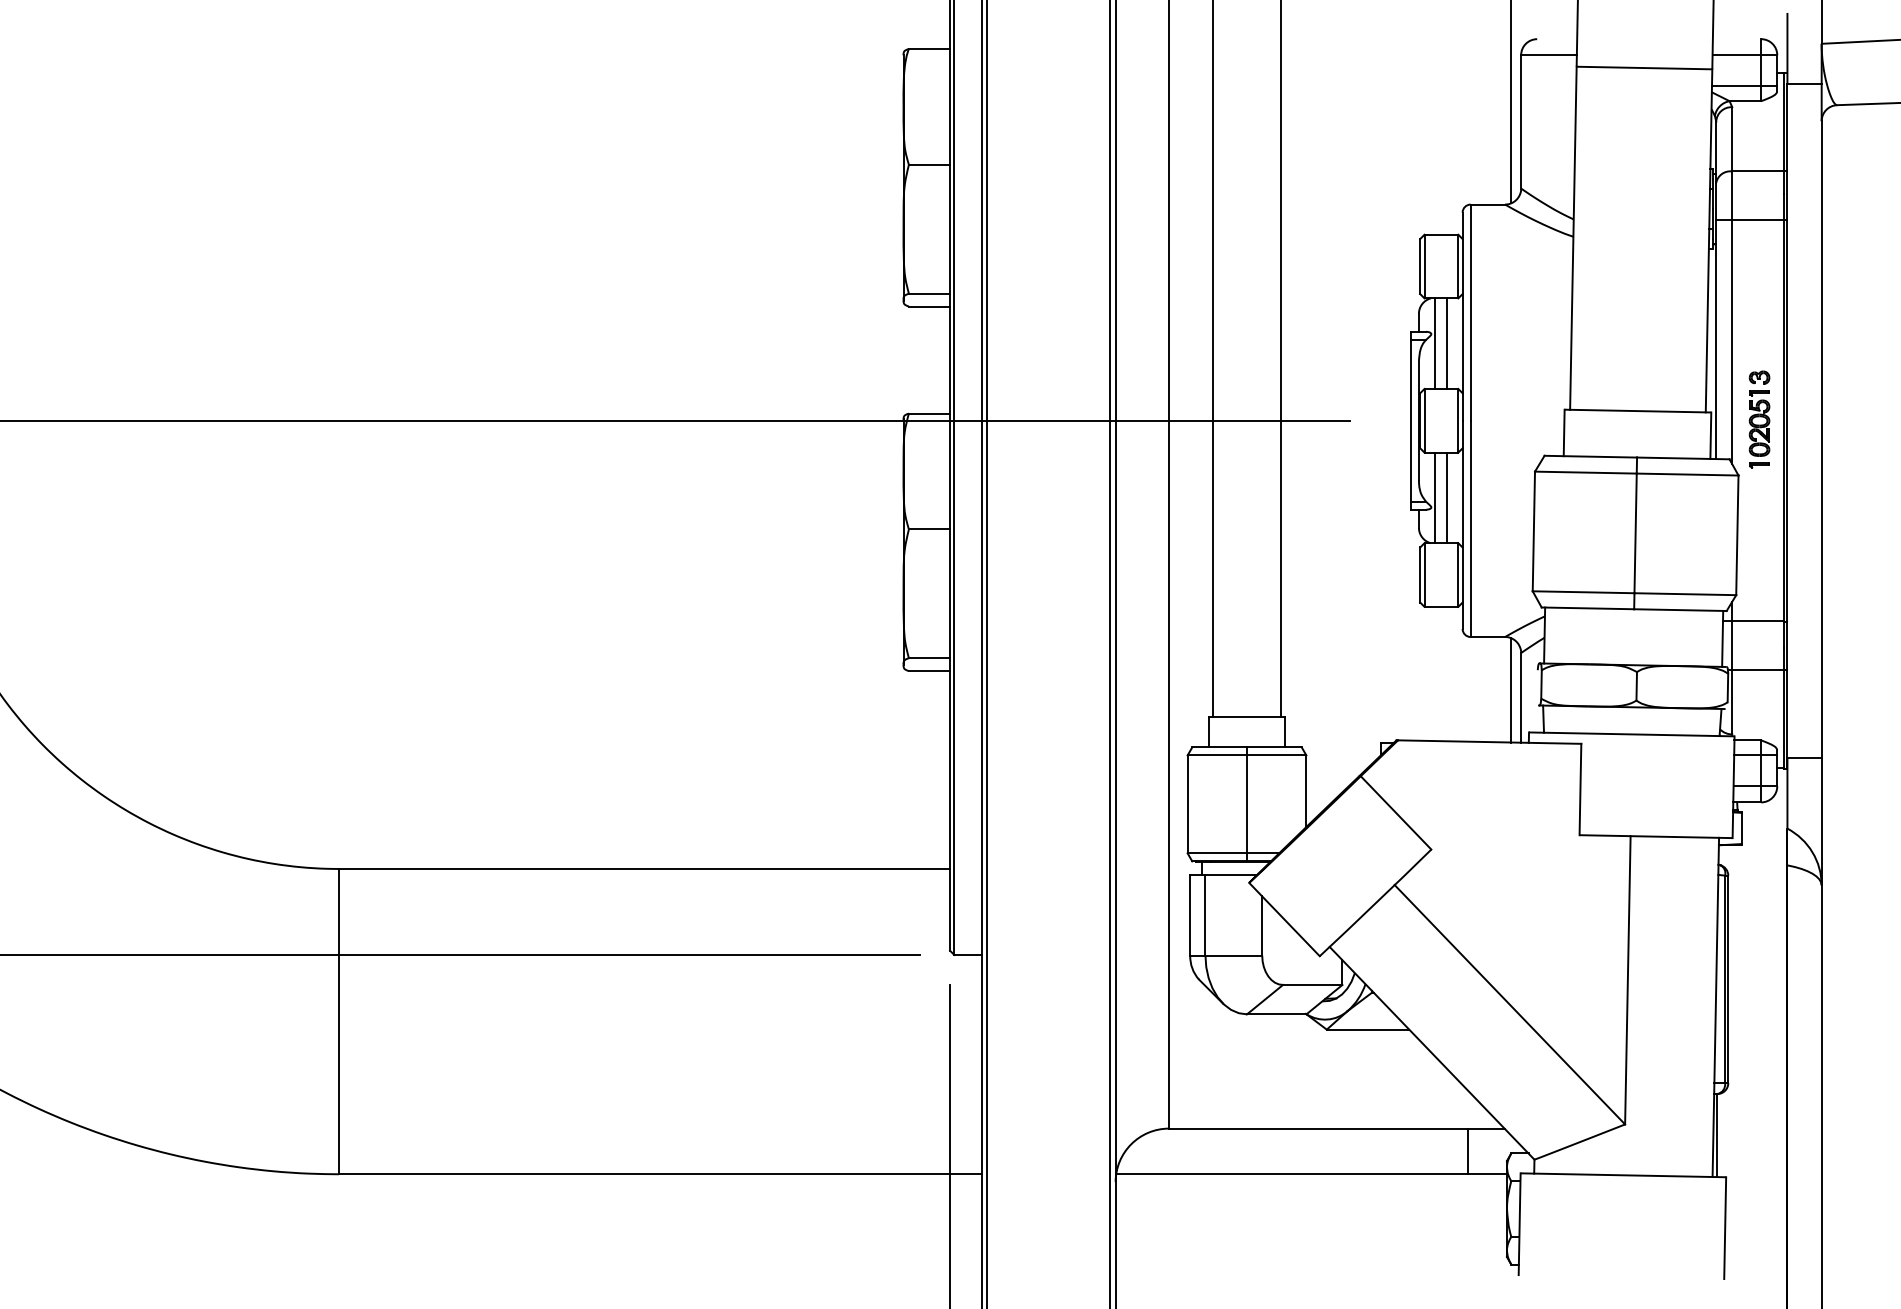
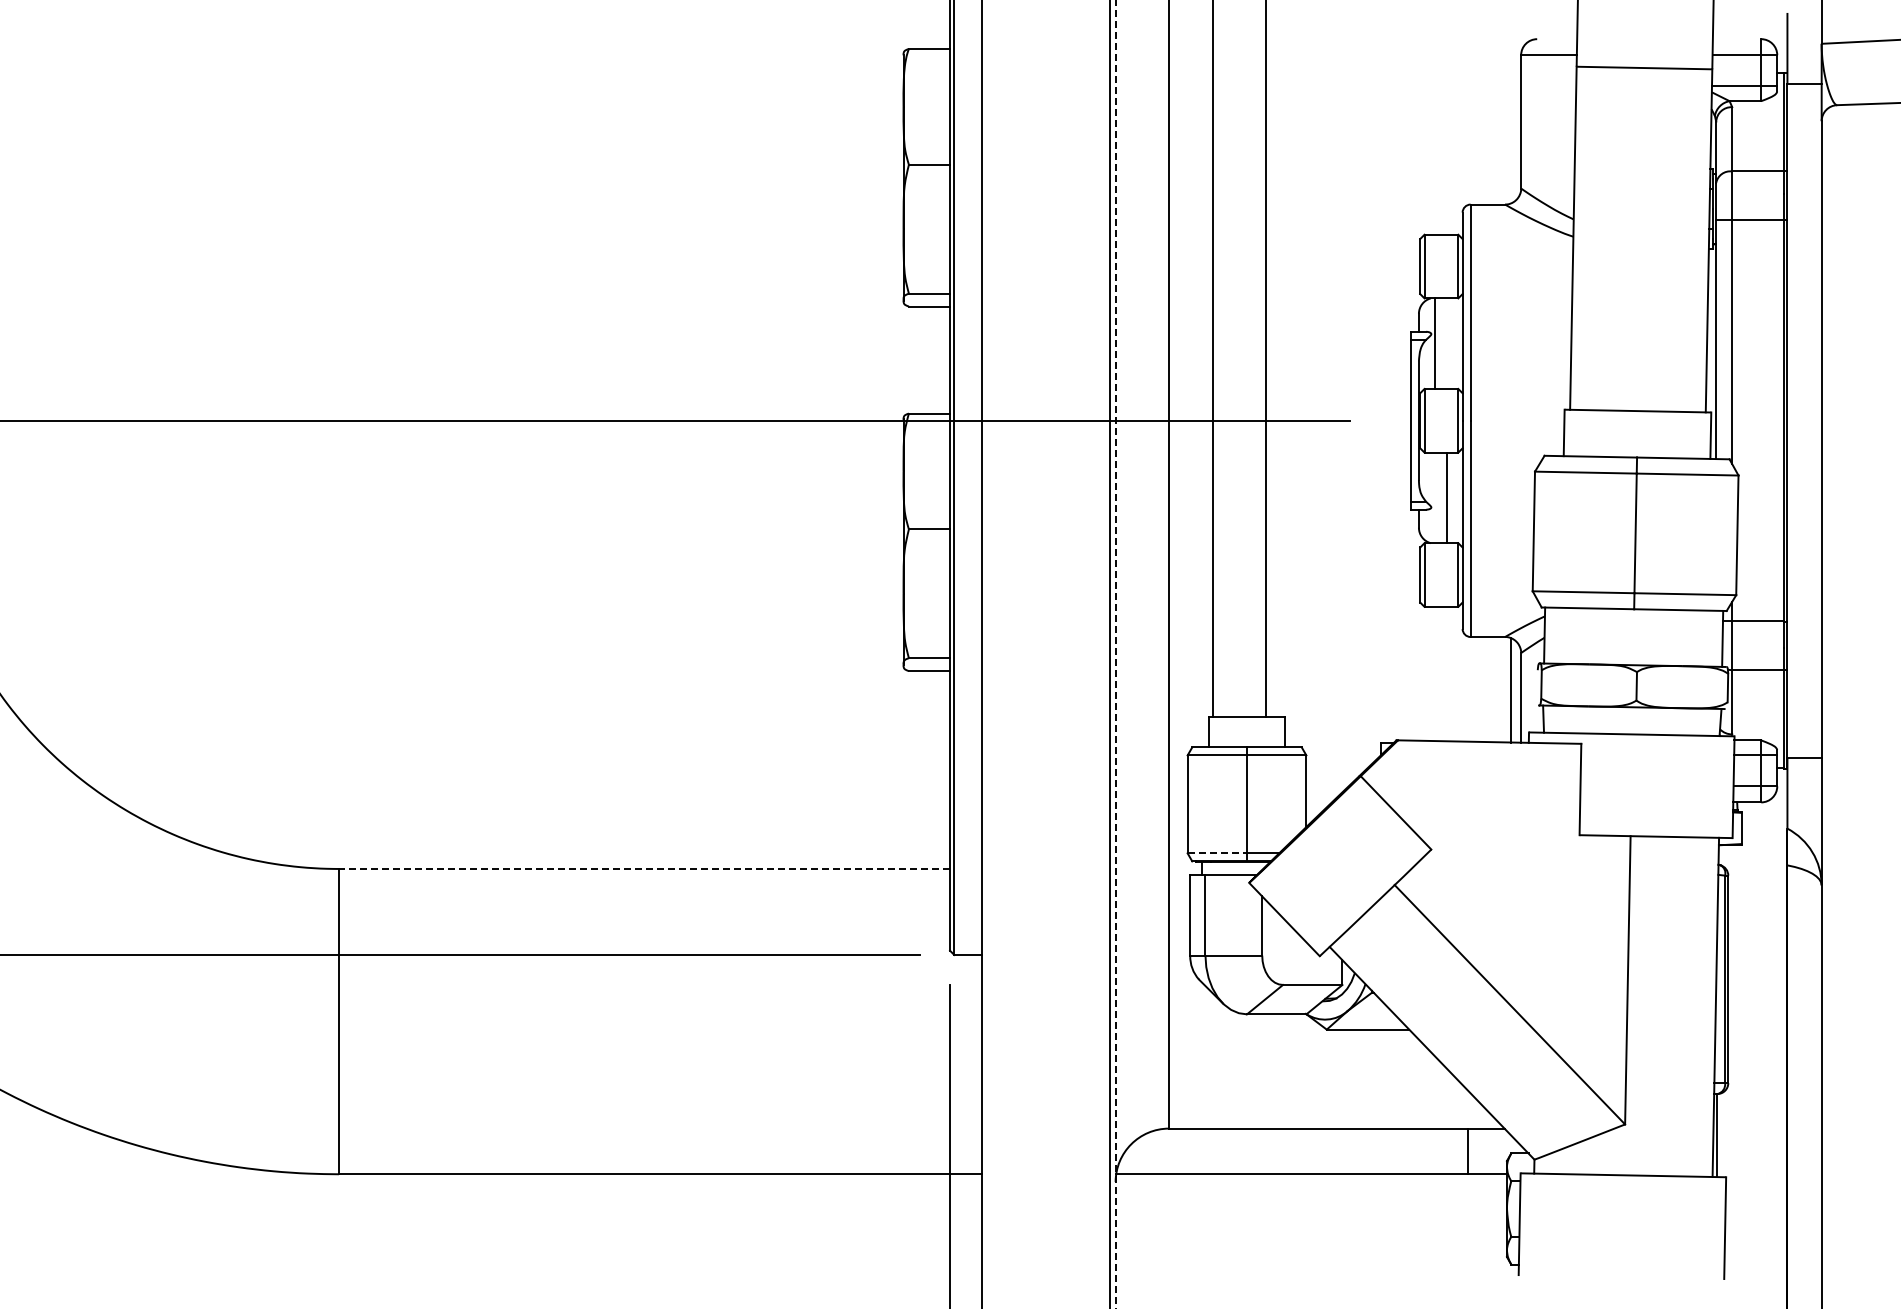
line at (1510, 102): present -> none
line at (1446, 343): present -> none
line at (1280, 359) position: (1280, 359) -> (1265, 359)
part at (1759, 419): present -> none
line at (1434, 497): present -> none
line at (987, 653): present -> none
line at (1115, 654): solid -> dashed
line at (1217, 853): solid -> dashed
line at (644, 868): solid -> dashed
